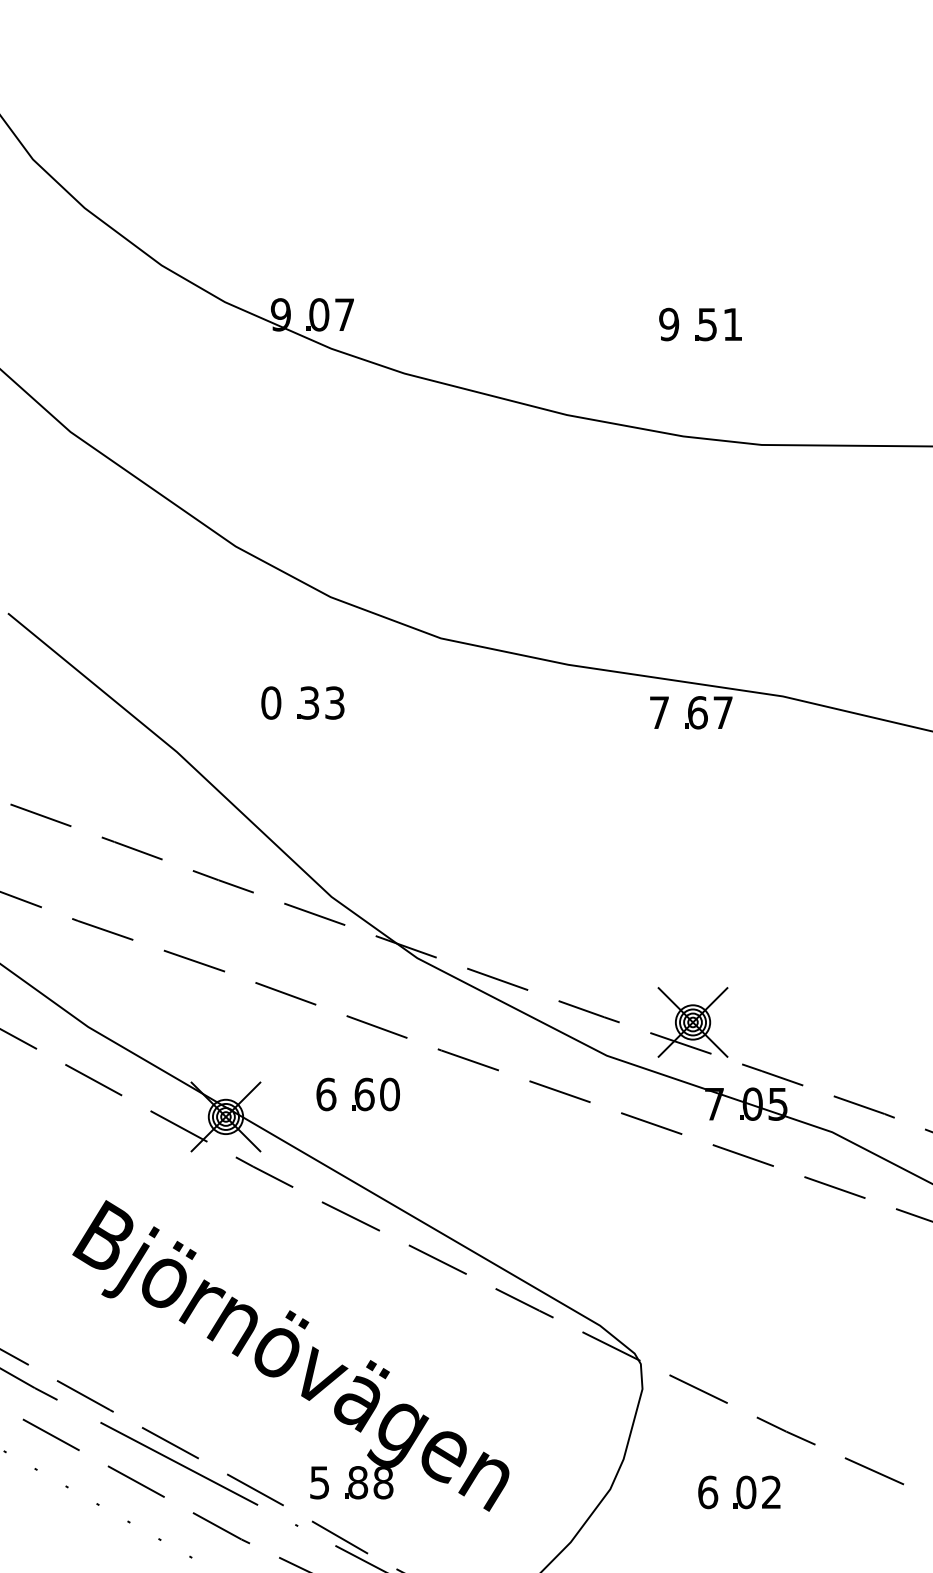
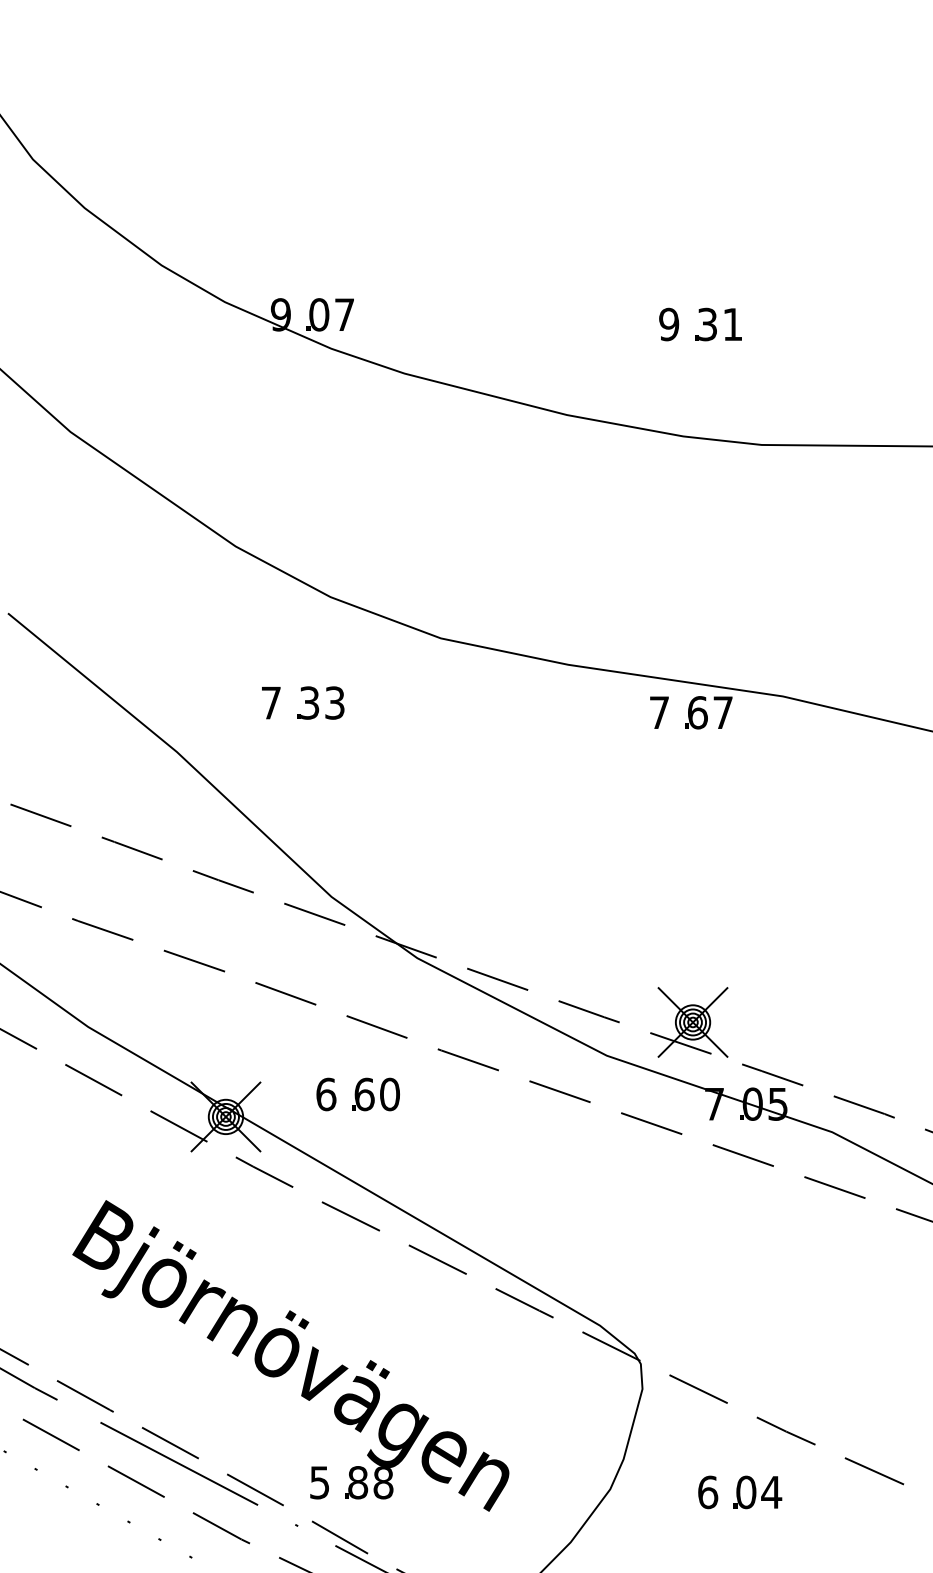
text at (707, 323): 51 -> 31
text at (271, 702): 0 -> 7
text at (771, 1491): 02 -> 04
